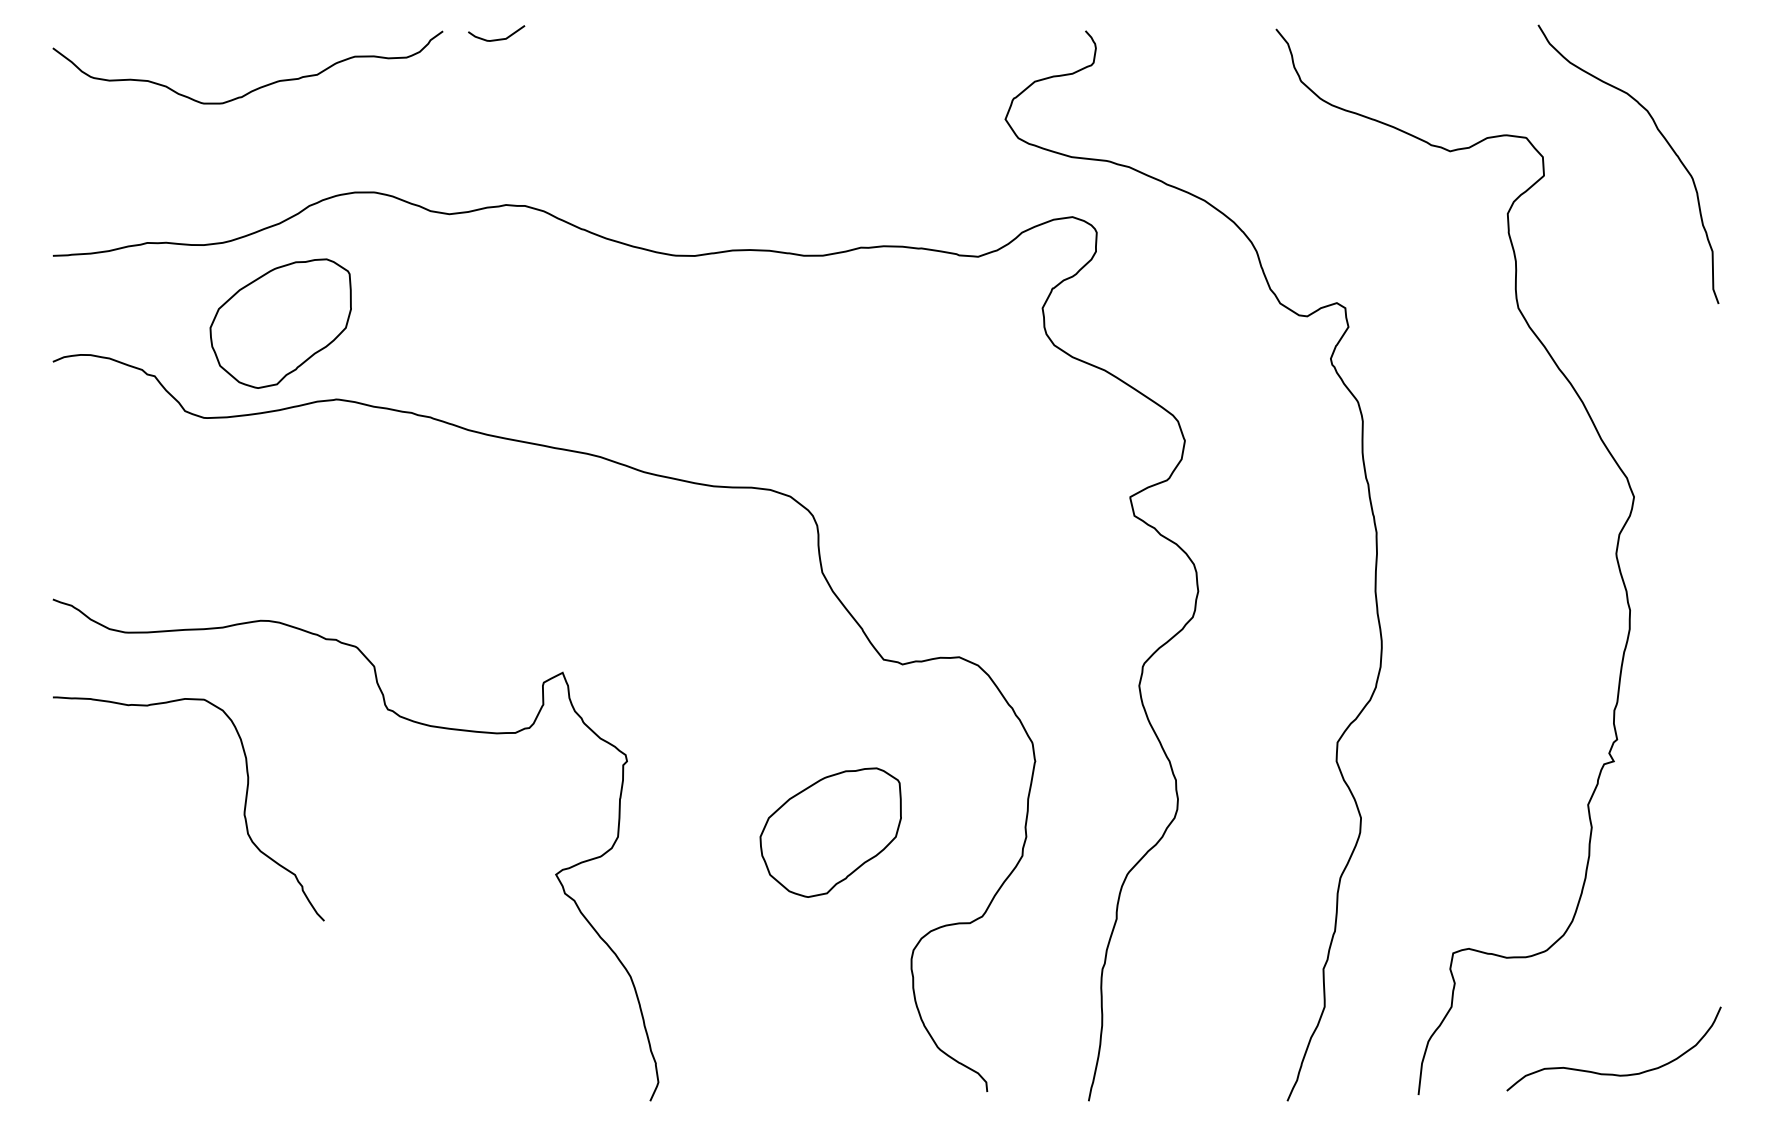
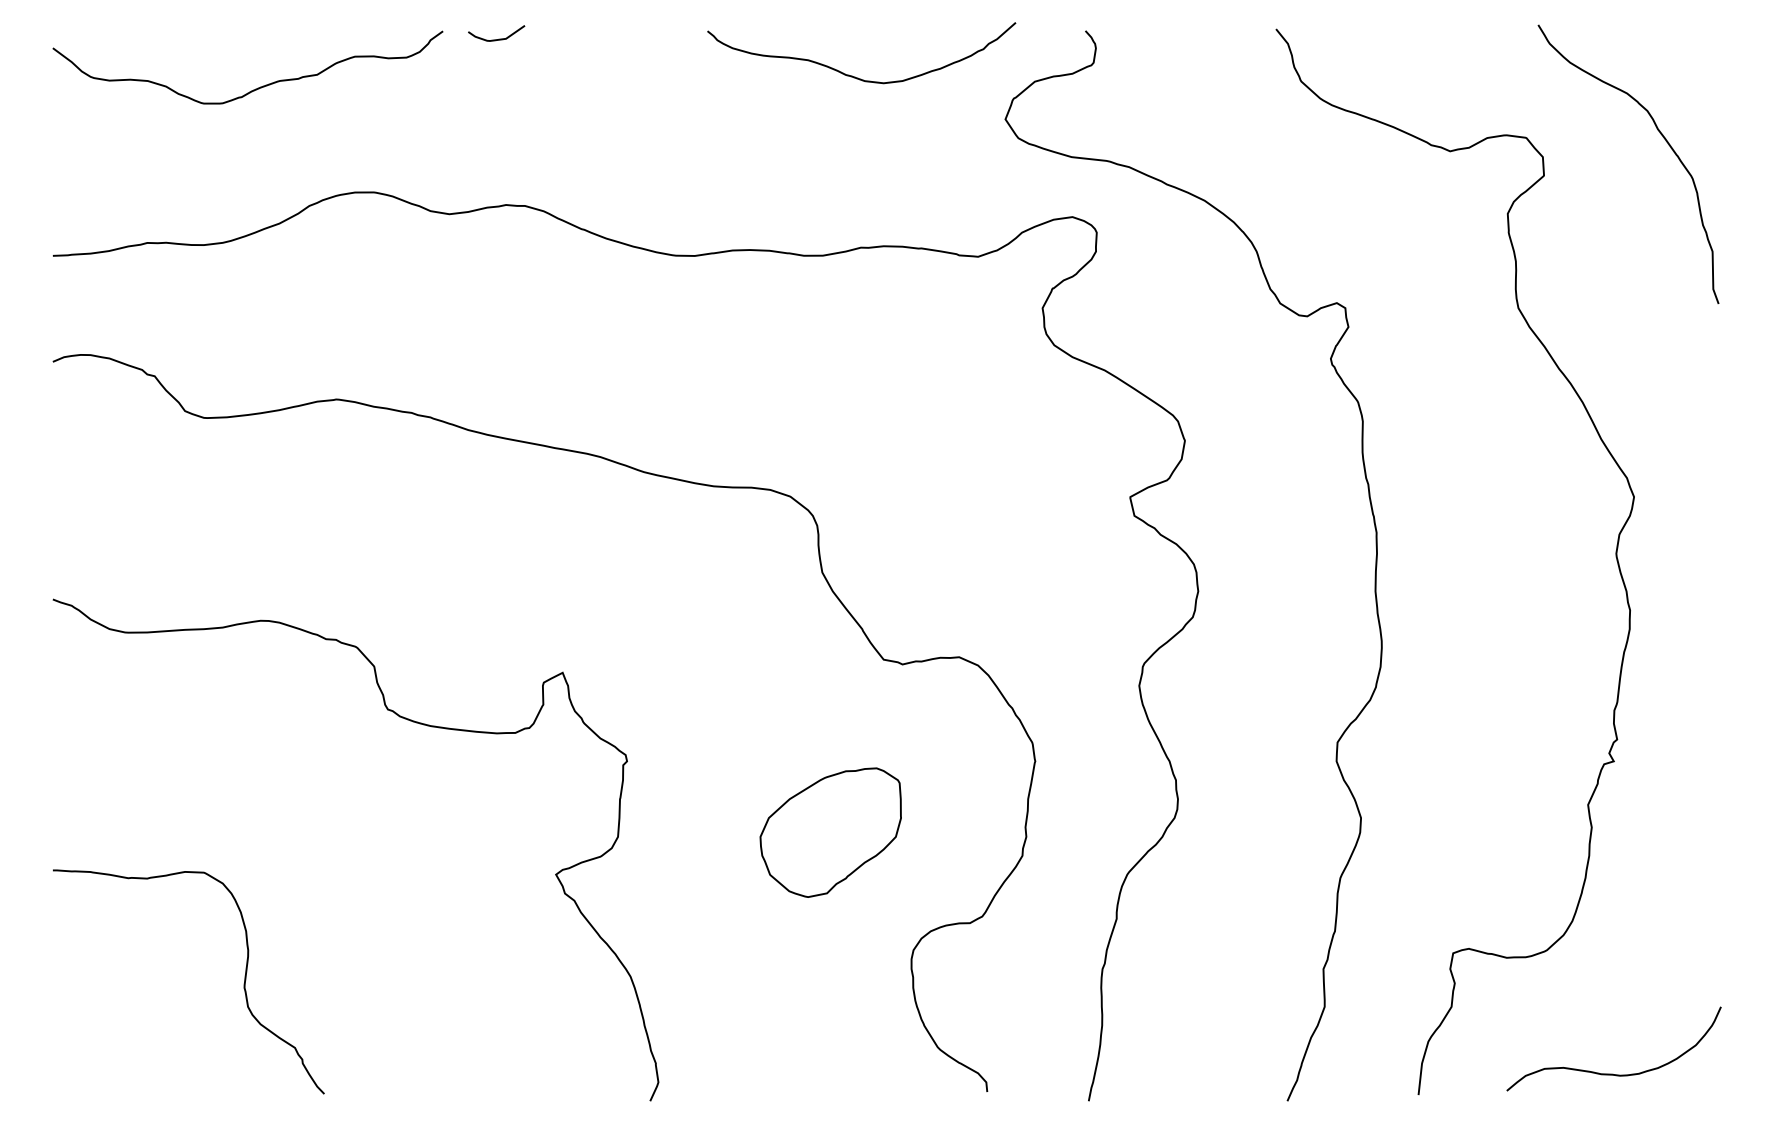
curve at (852, 75): none -> present
part at (280, 323): present -> none
curve at (243, 810) position: (243, 810) -> (243, 983)
